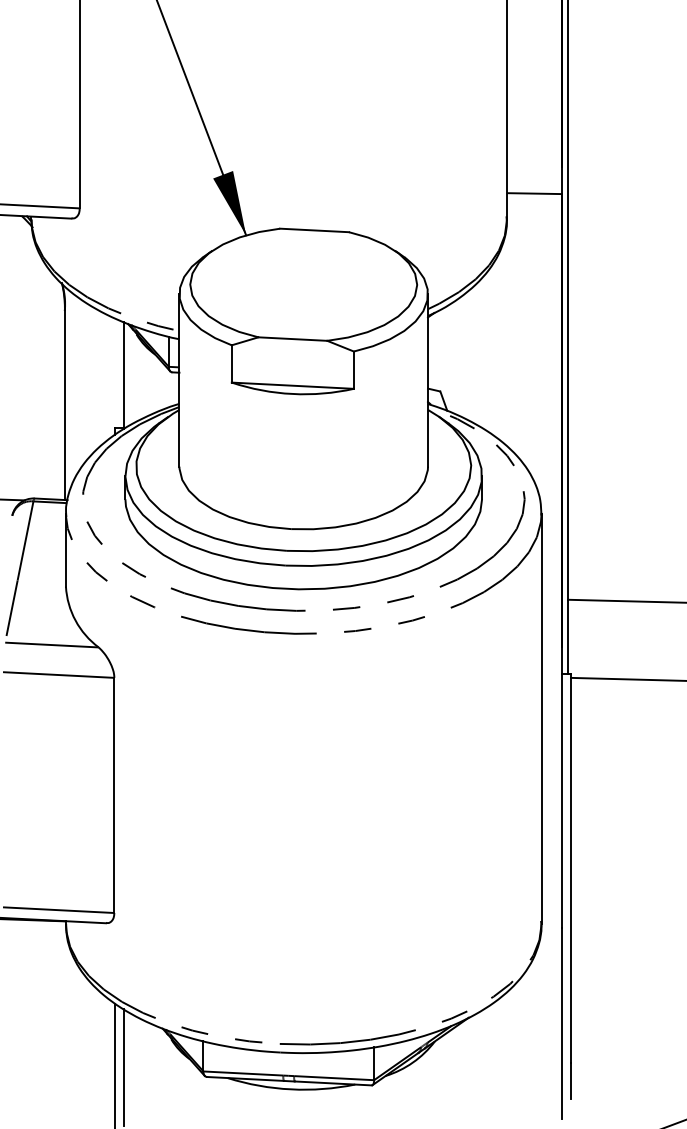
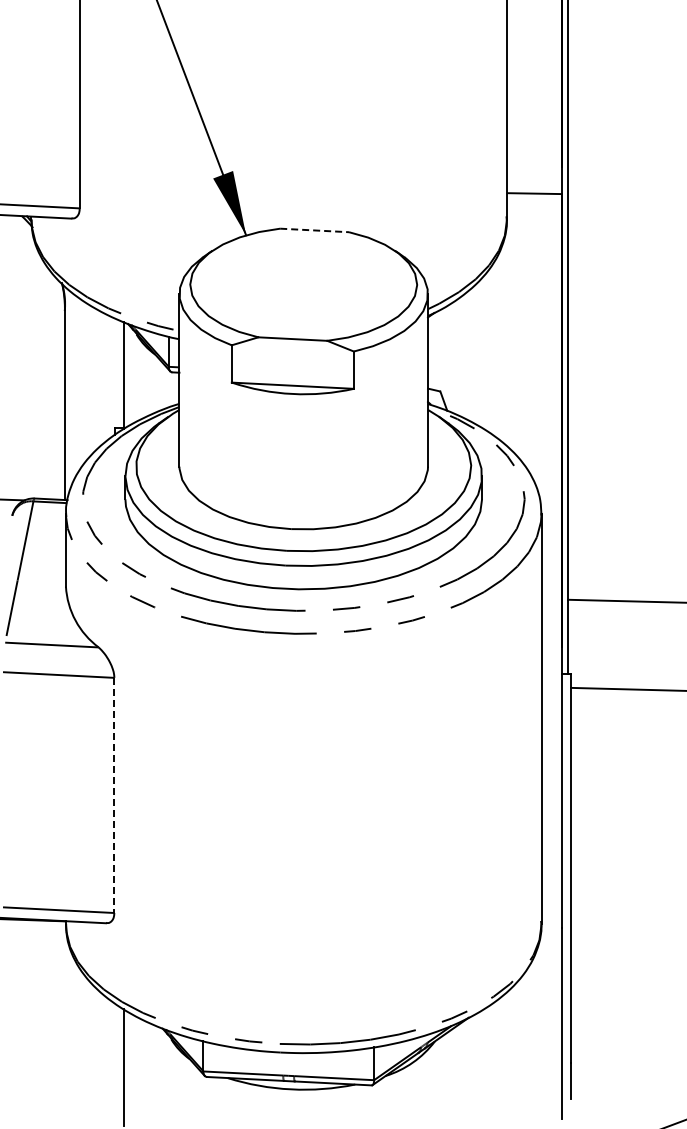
line at (315, 230): solid -> dashed
line at (626, 678) position: (626, 678) -> (626, 688)
line at (114, 795): solid -> dashed
line at (115, 1064): present -> none
